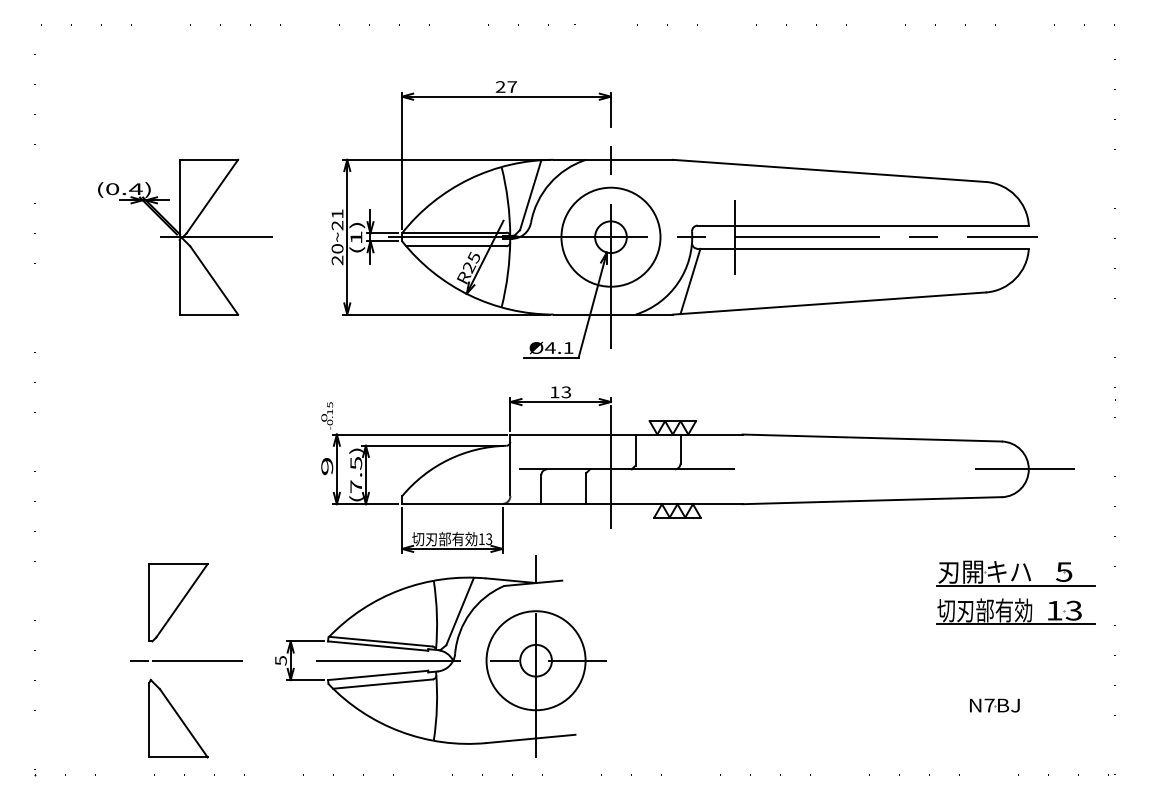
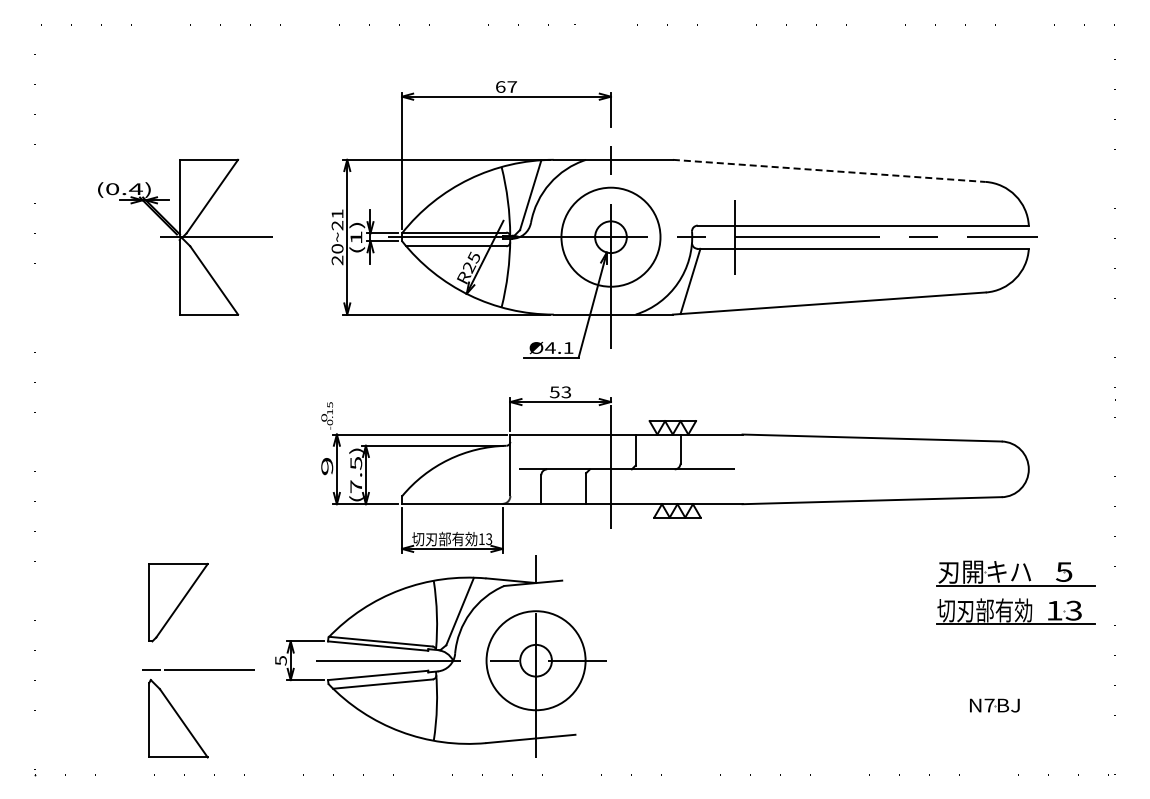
text at (500, 86): 27 -> 67
line at (829, 170): solid -> dashed
text at (554, 392): 13 -> 53
line at (1025, 469): present -> none
line at (186, 660) position: (186, 660) -> (198, 669)
